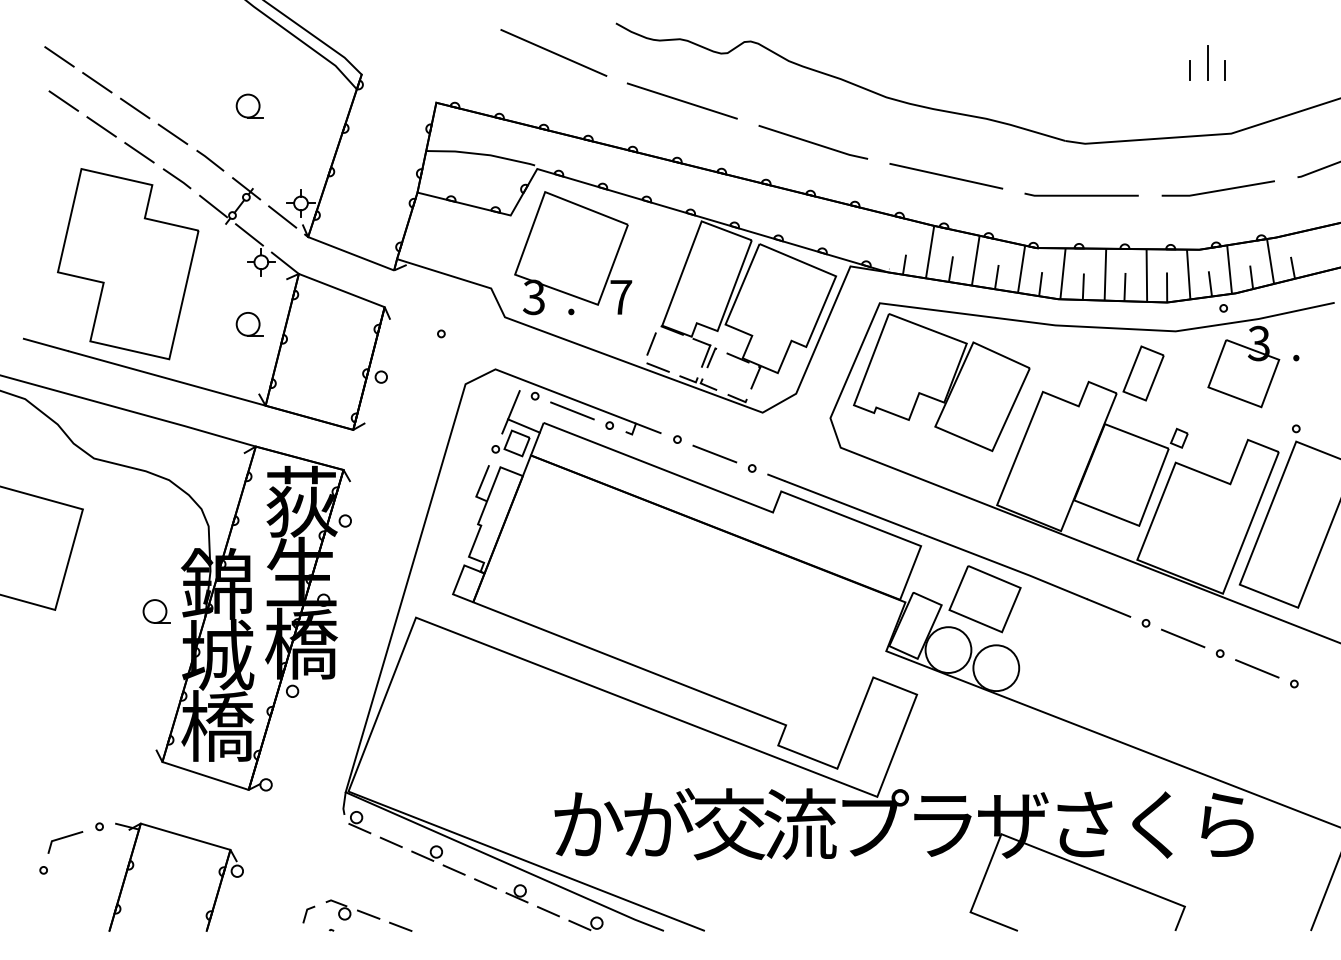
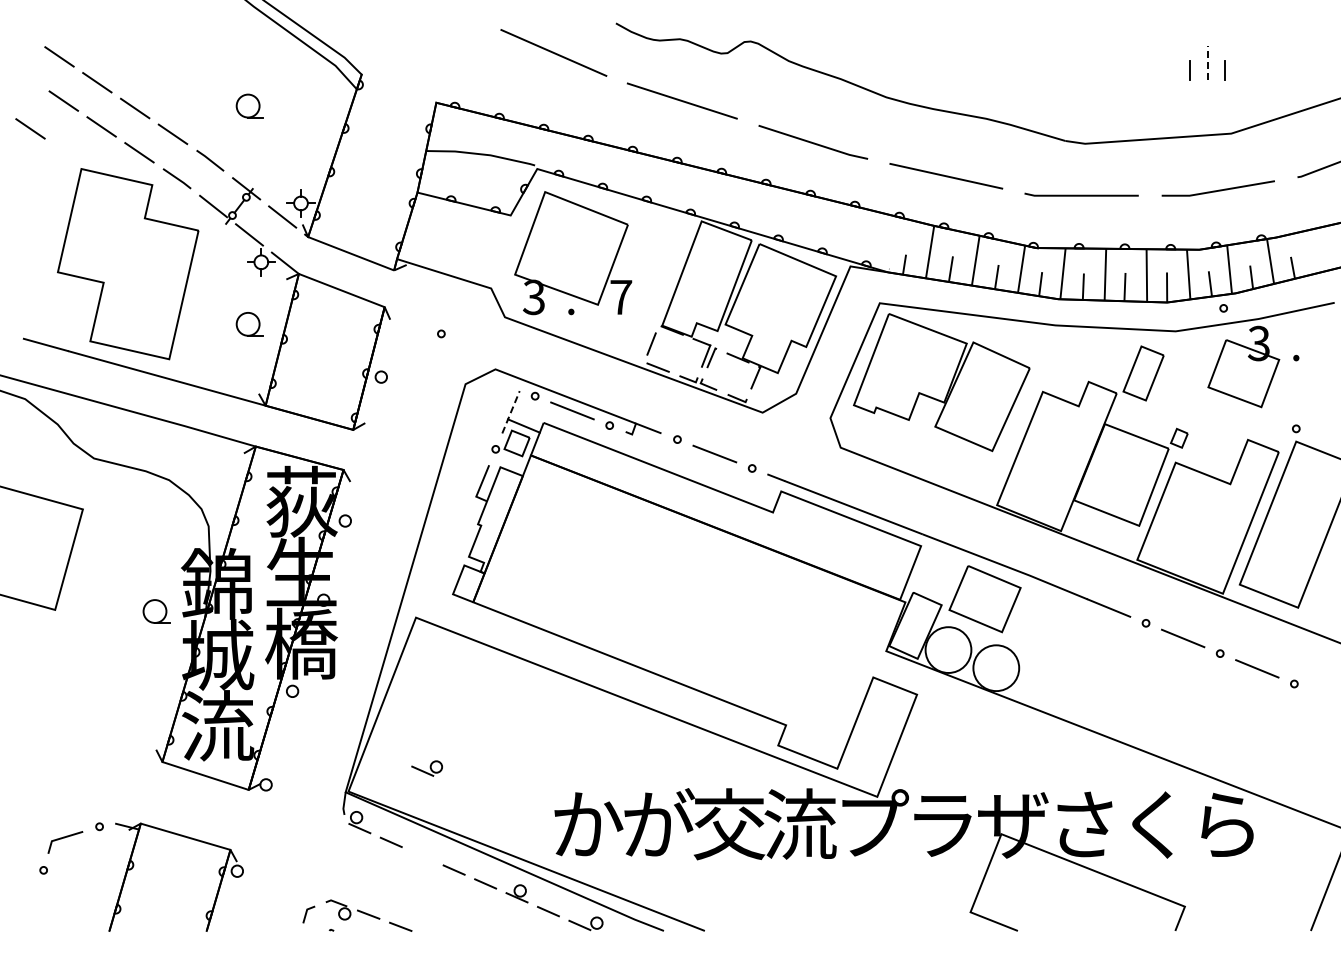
line at (1207, 62): solid -> dashed
line at (30, 128): none -> present
line at (511, 412): solid -> dashed
text at (217, 725): 橋 -> 流
part at (426, 853) position: (426, 853) -> (426, 768)
